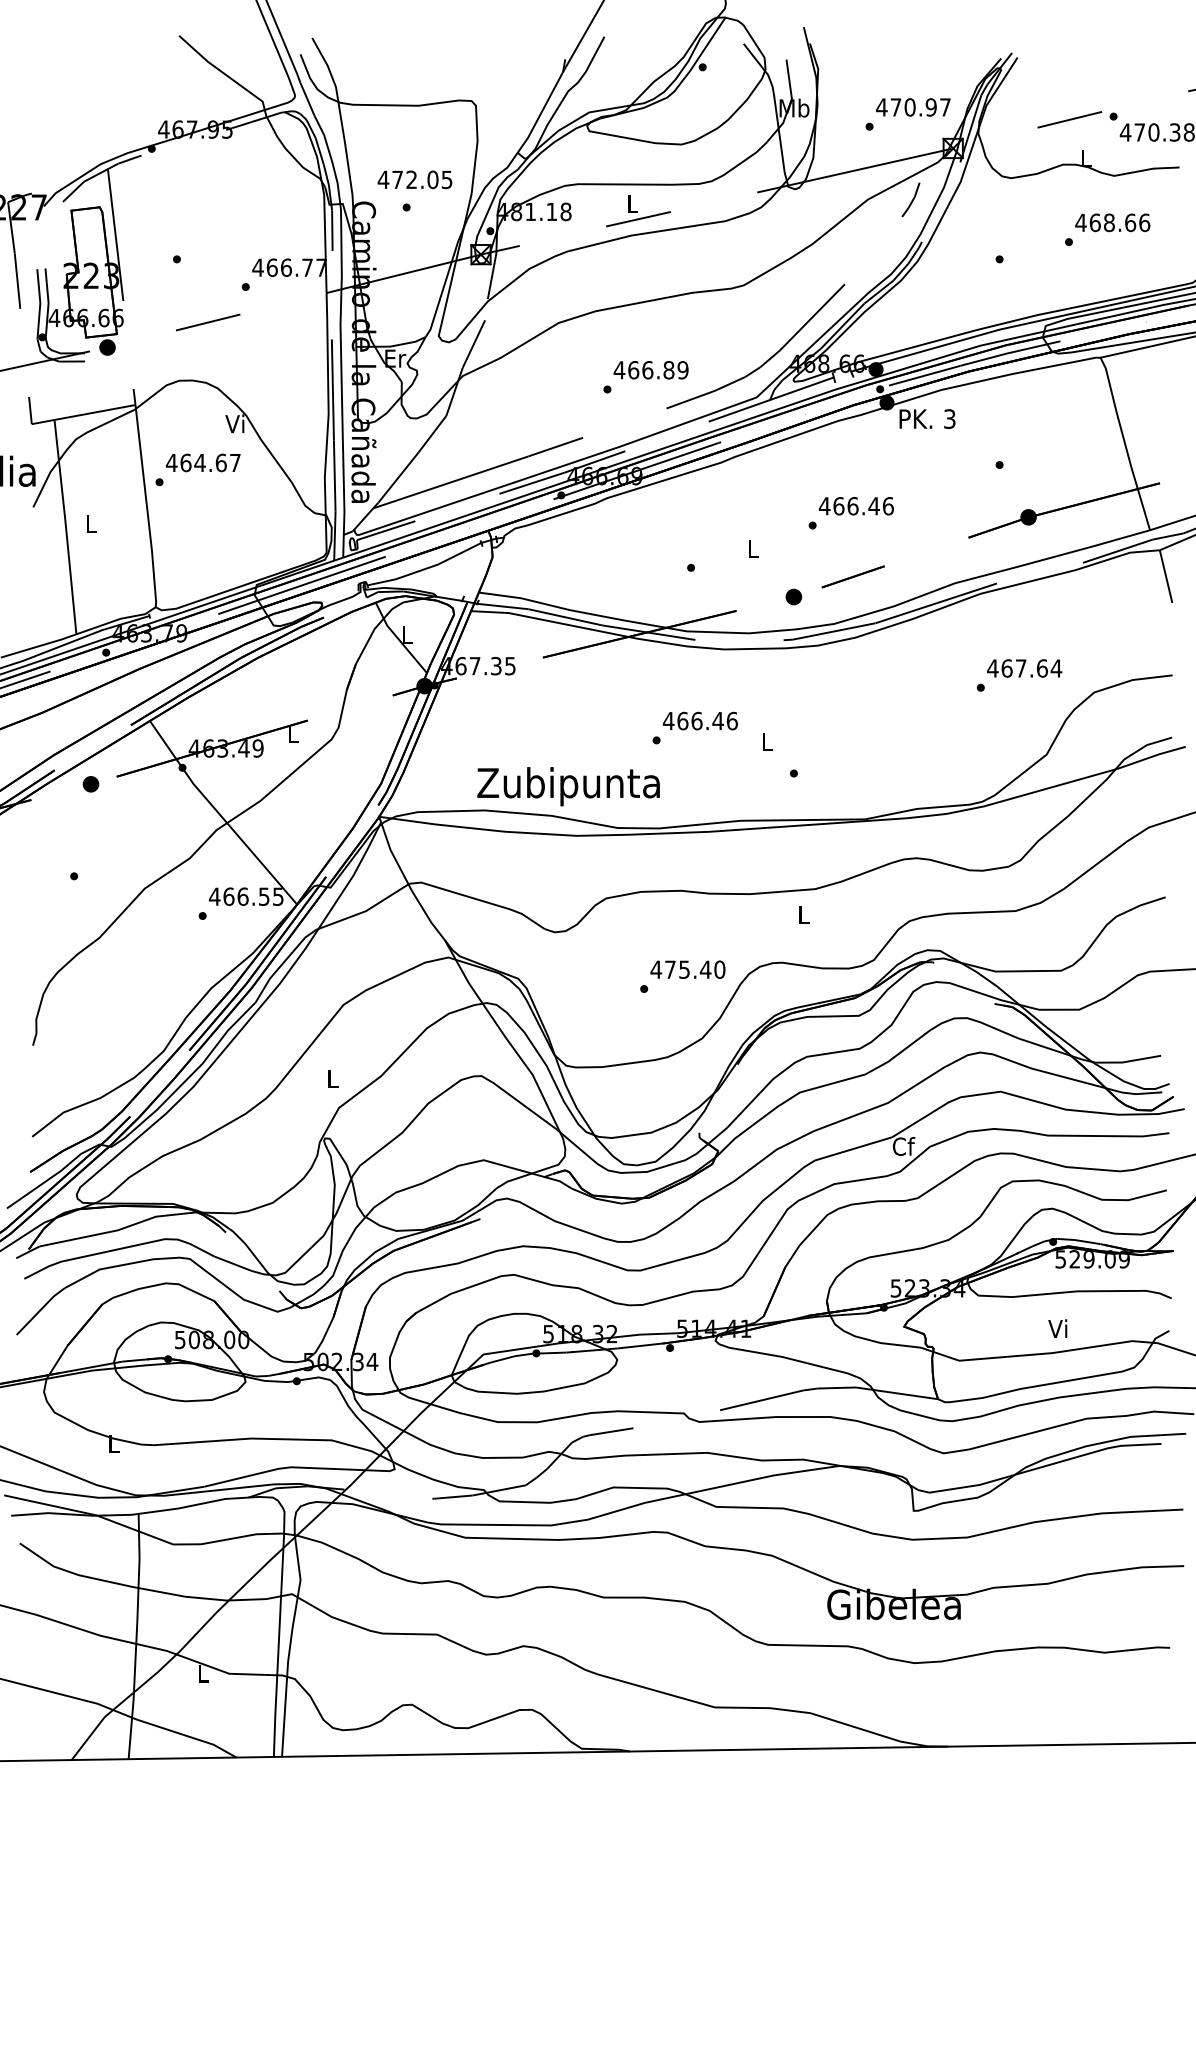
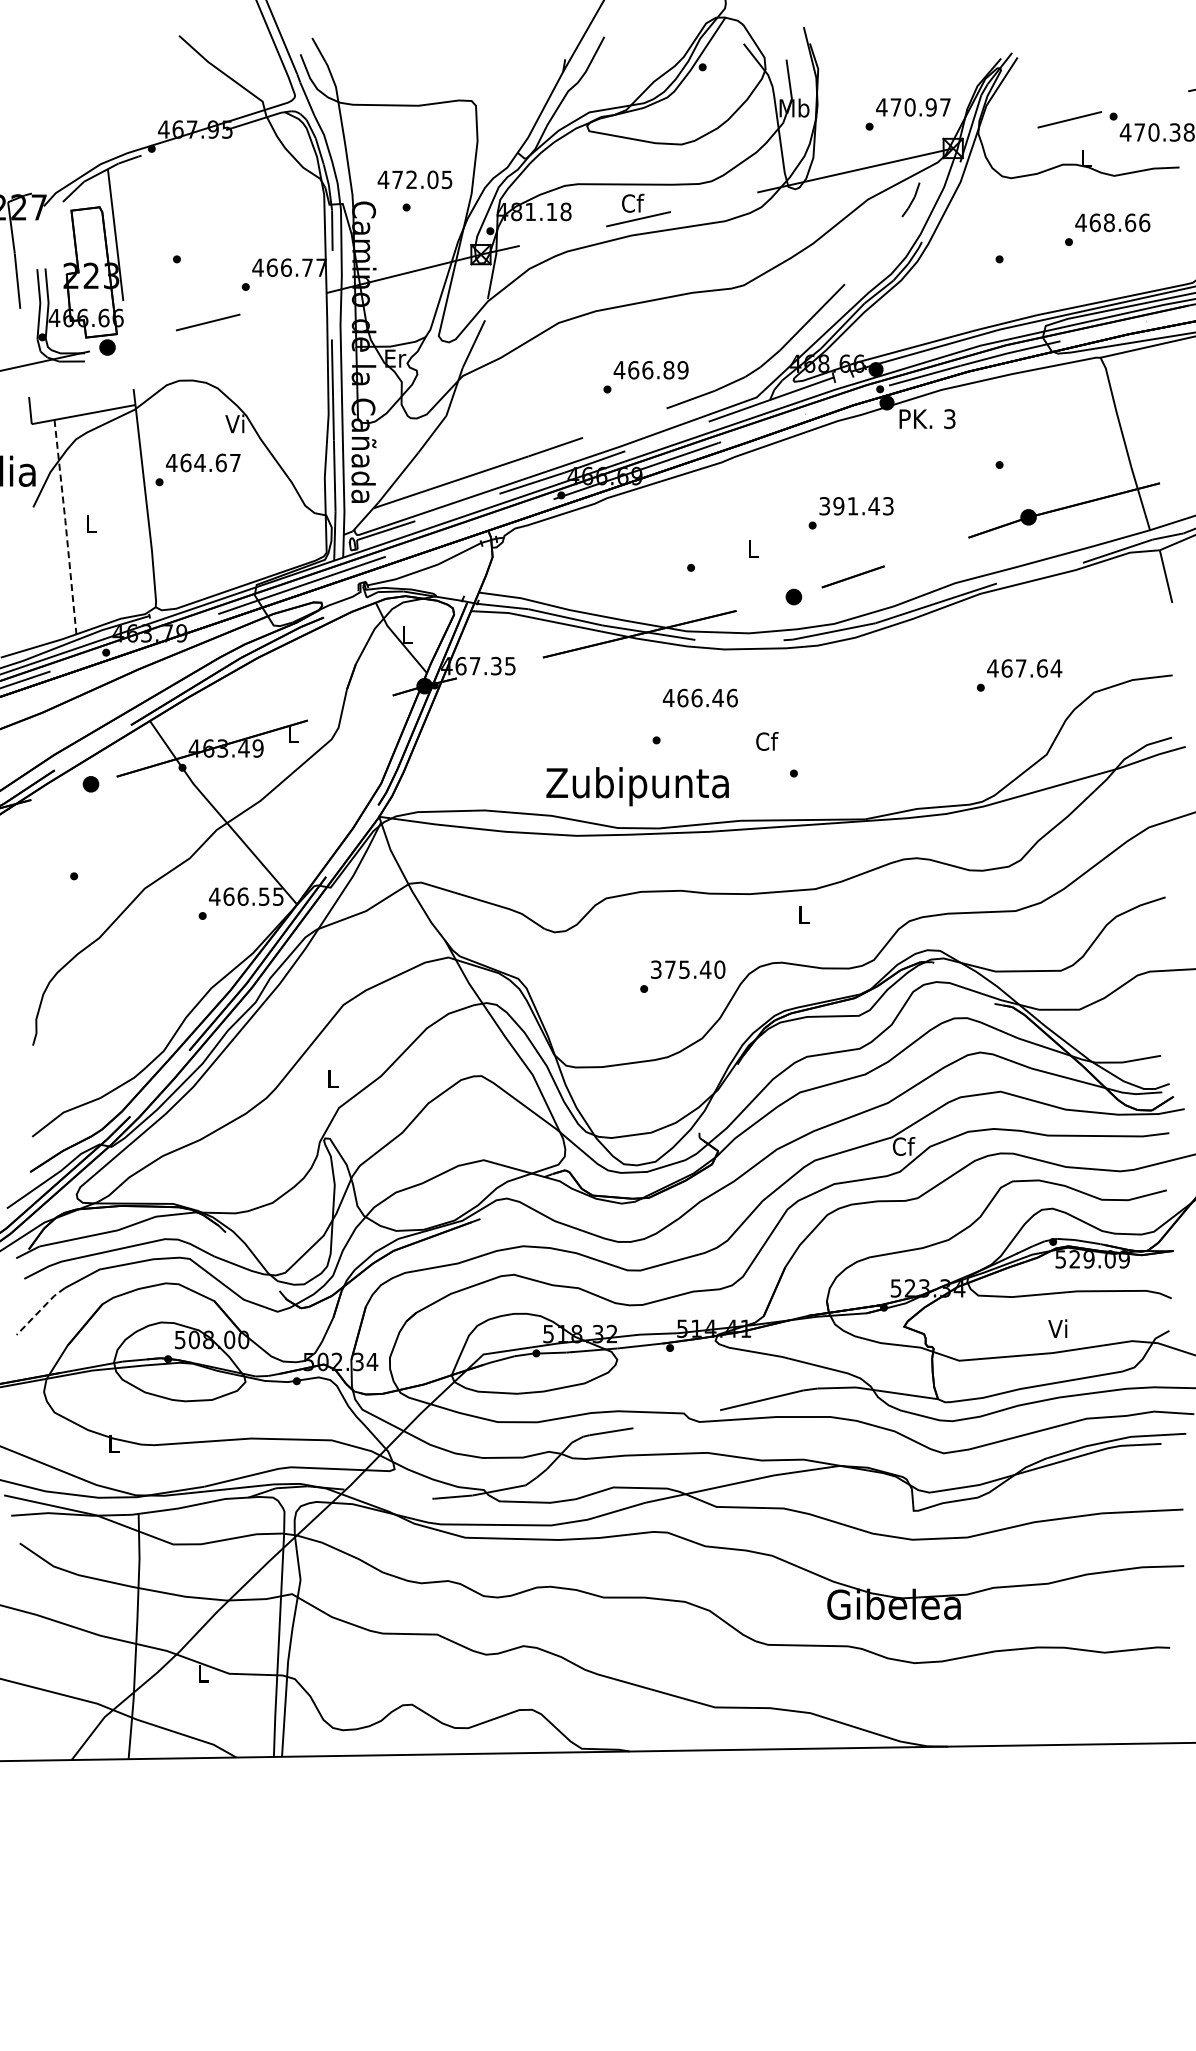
text at (633, 202): L -> Cf
text at (855, 506): 466.46 -> 391.43
line at (66, 527): solid -> dashed
text at (699, 720) position: (699, 720) -> (699, 697)
text at (767, 741): L -> Cf
text at (568, 786) position: (568, 786) -> (637, 786)
text at (656, 969): 475.40 -> 375.40
line at (40, 1310): solid -> dashed
